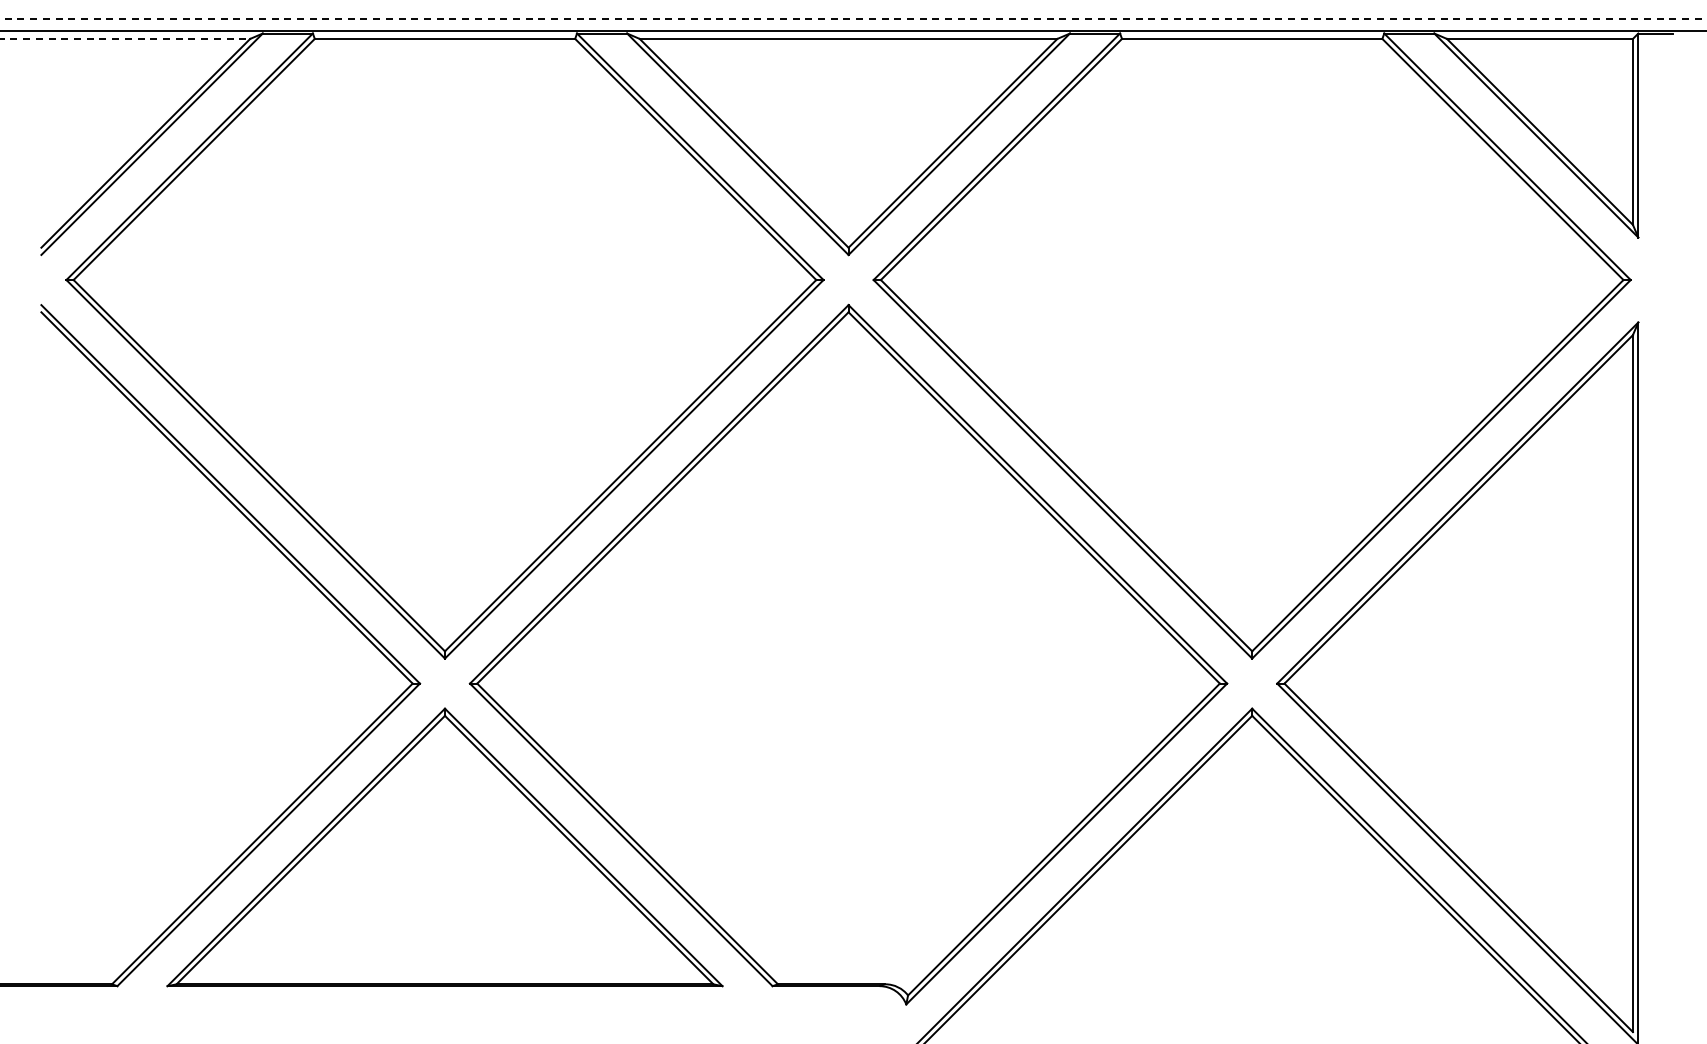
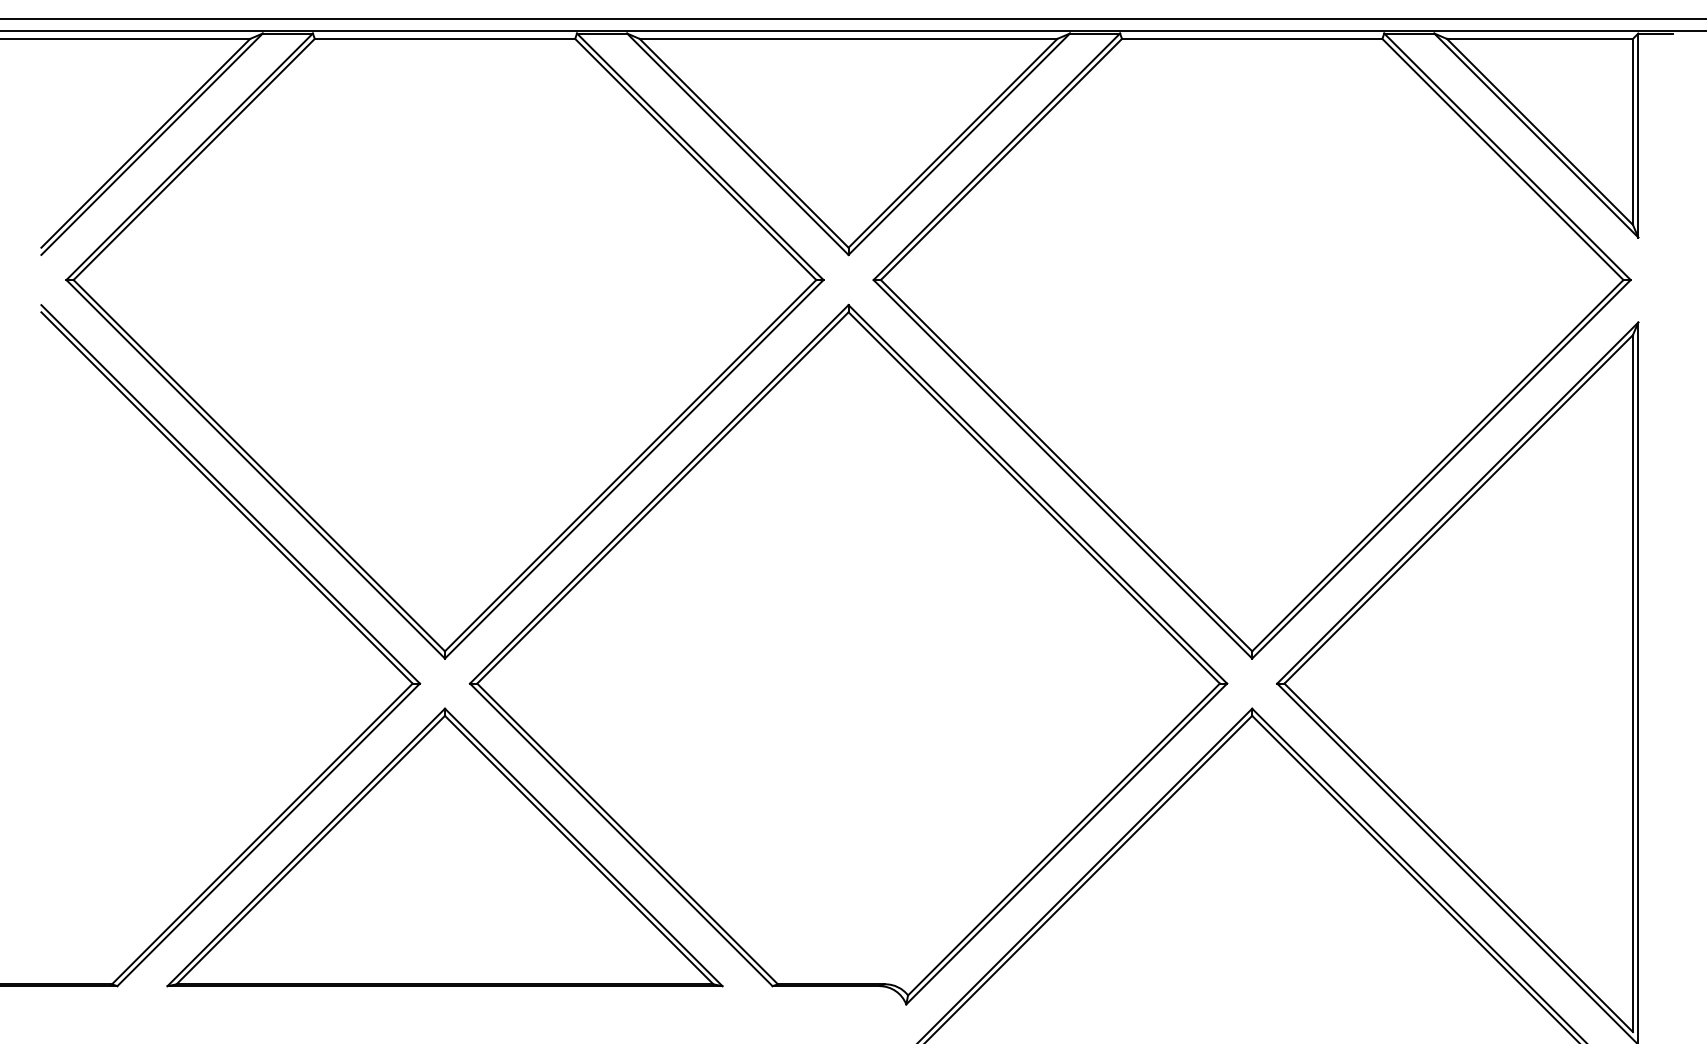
line at (852, 18): dashed -> solid
line at (125, 38): dashed -> solid
